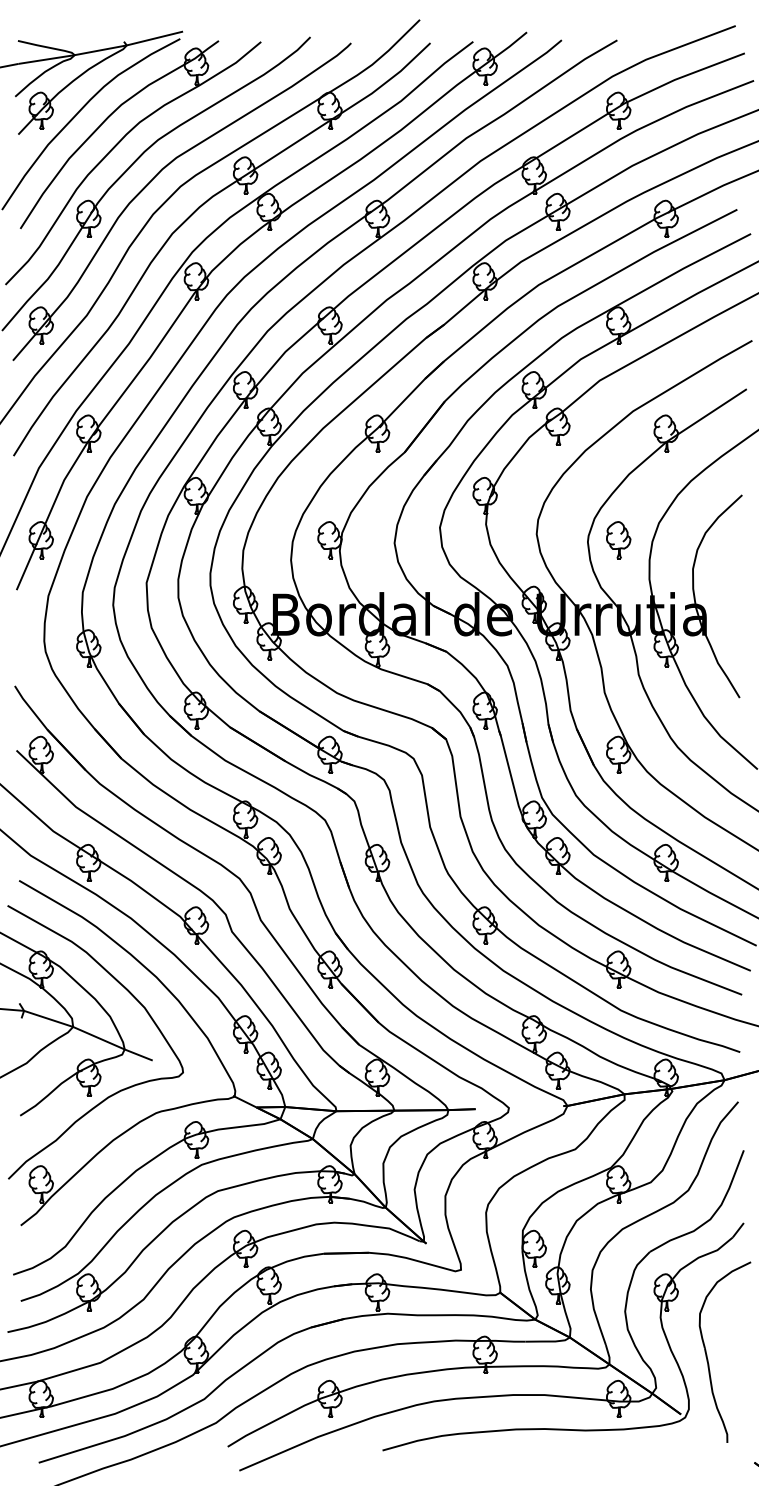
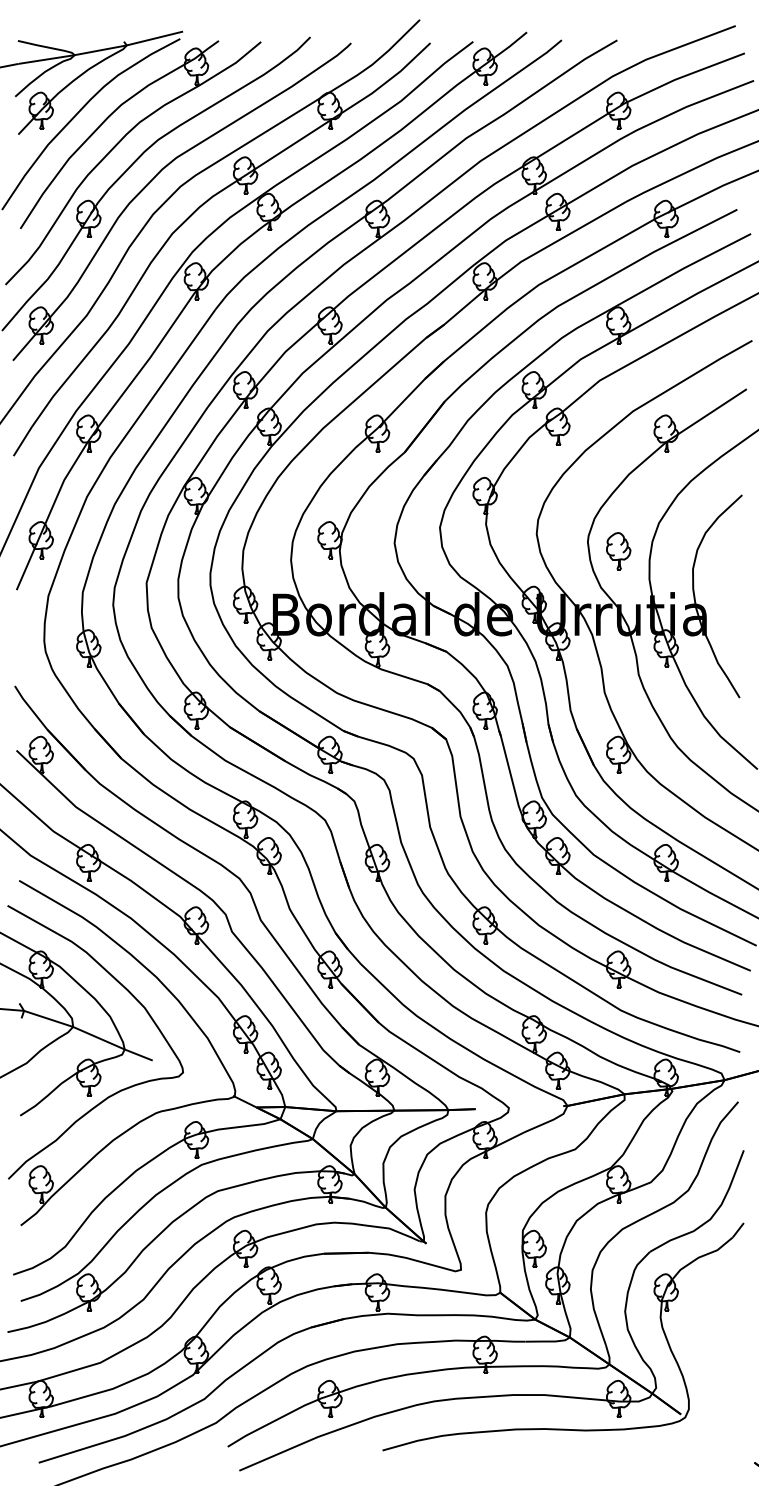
part at (618, 540) position: (618, 540) -> (618, 551)
part at (707, 1354): present -> none
